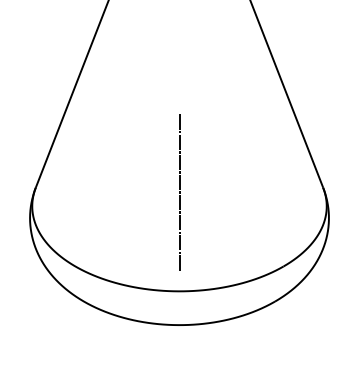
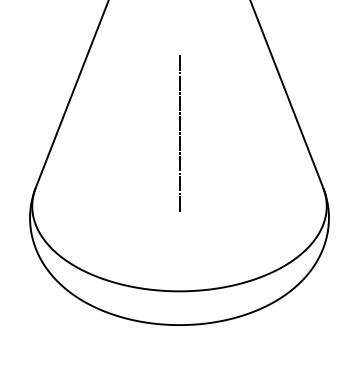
line at (179, 192) position: (179, 192) -> (179, 133)
